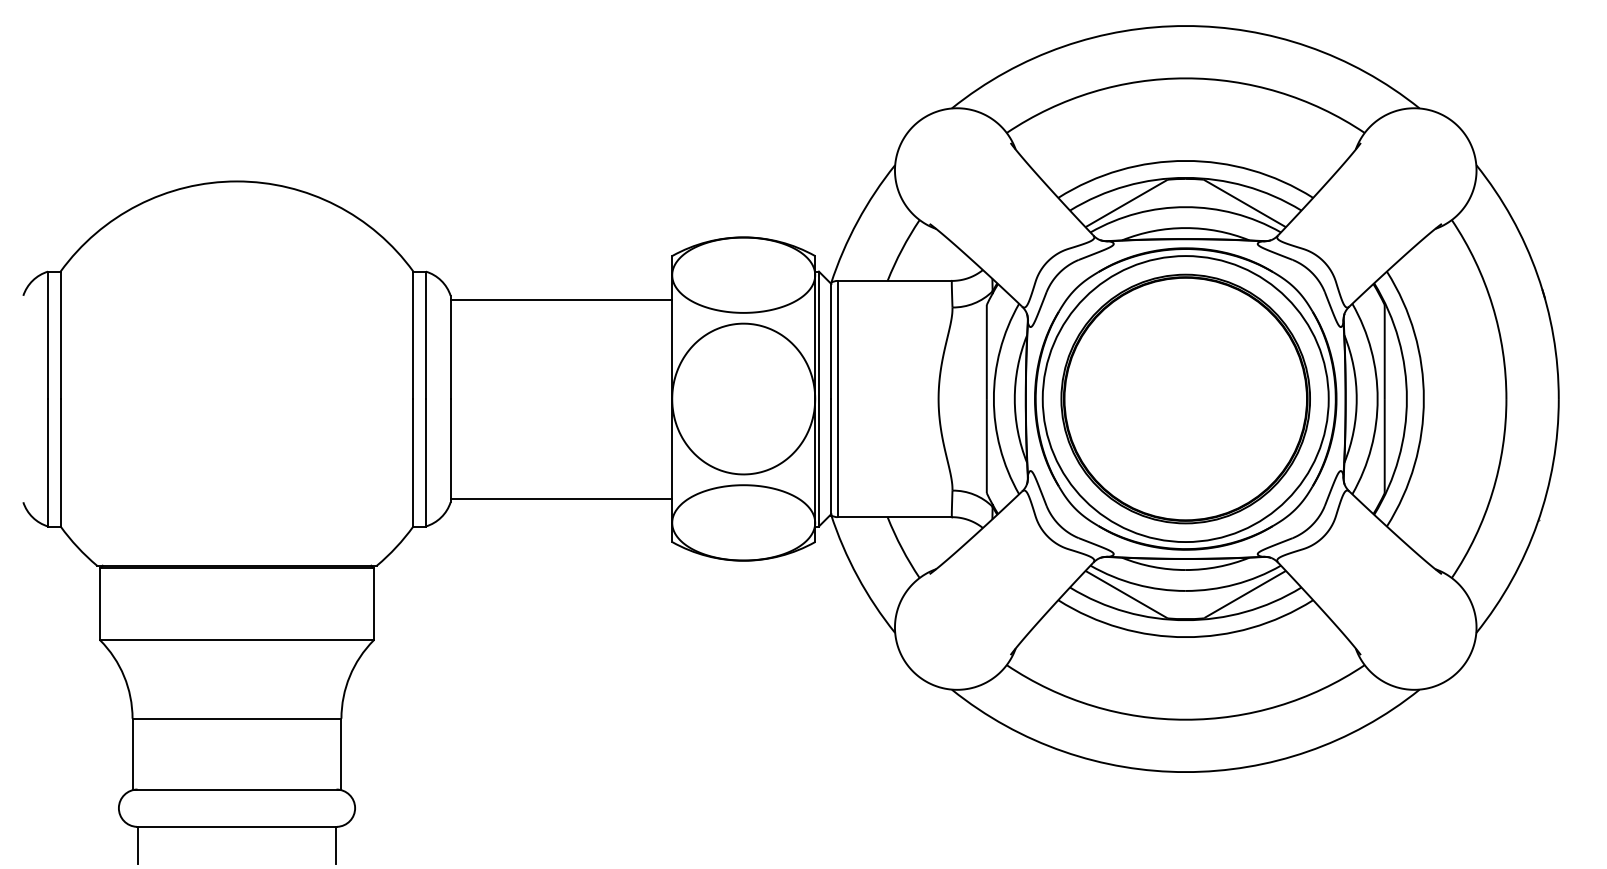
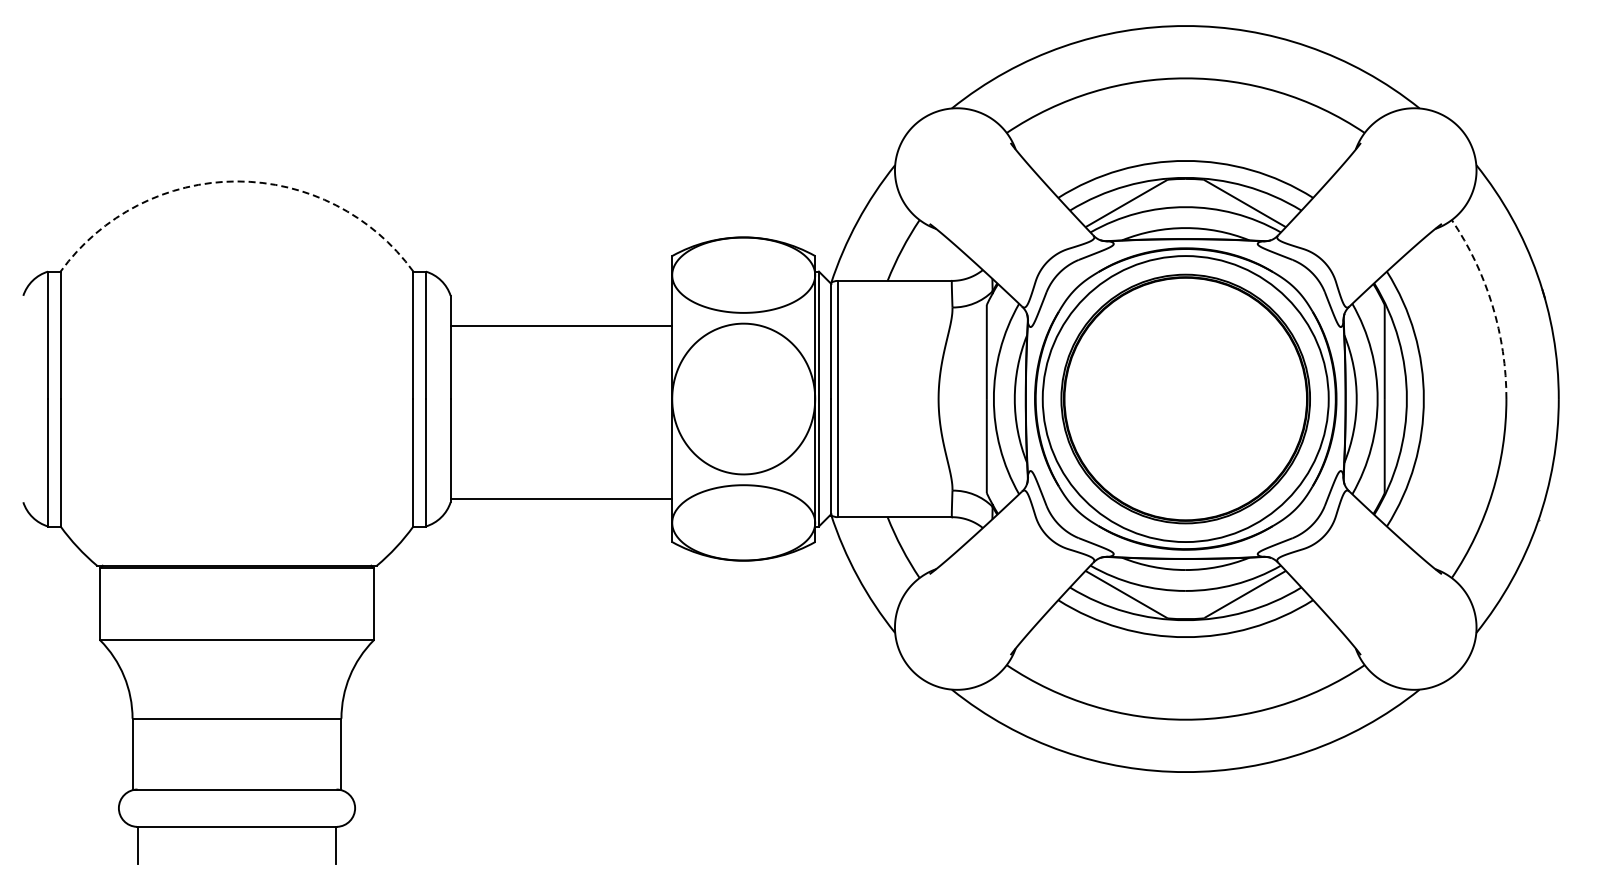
arc at (237, 181): solid -> dashed
line at (561, 299) position: (561, 299) -> (561, 325)
arc at (1492, 305): solid -> dashed
